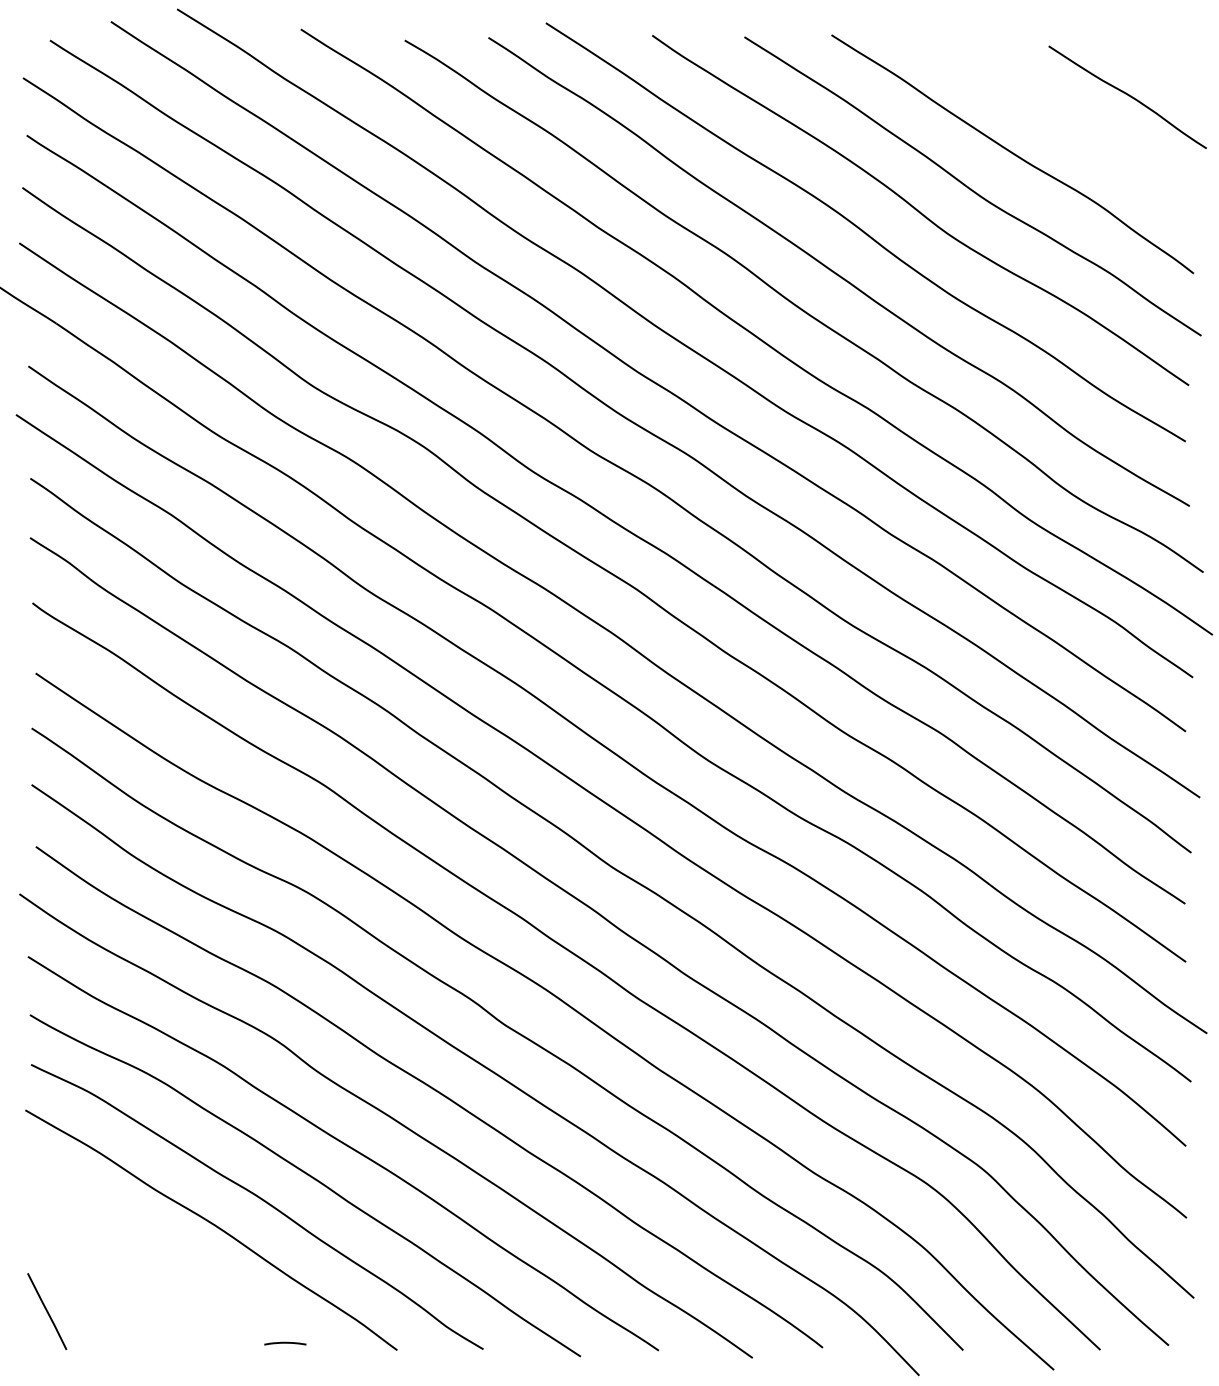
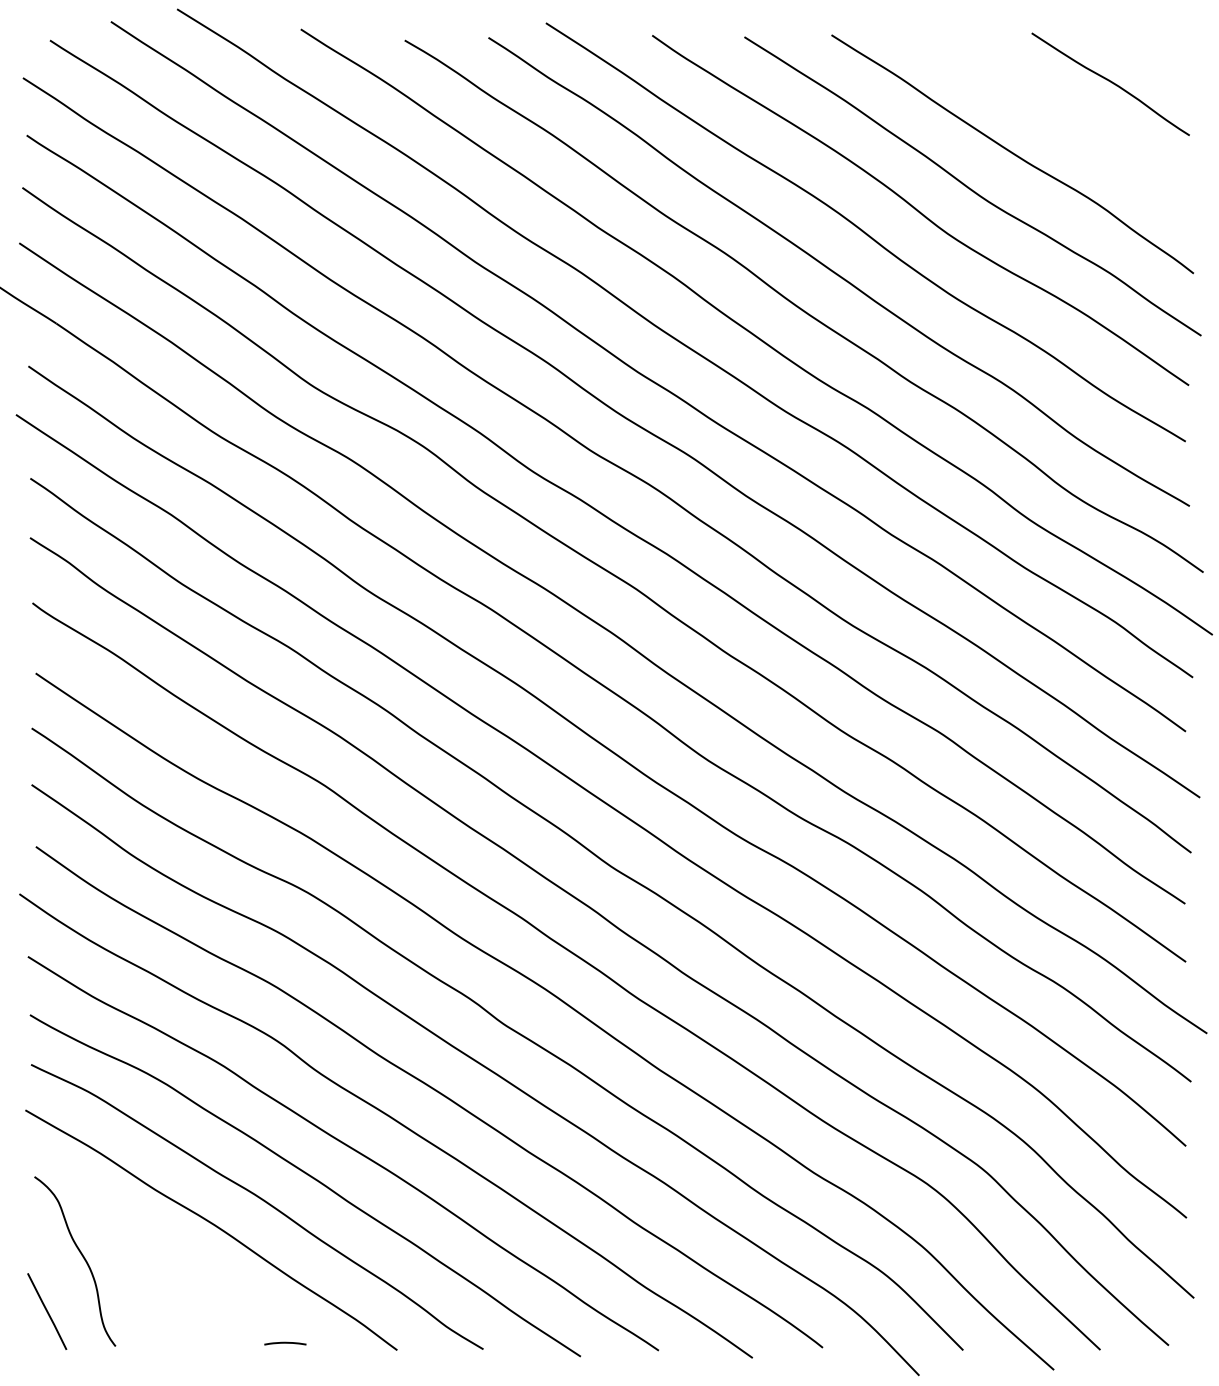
curve at (1127, 95) position: (1127, 95) -> (1110, 82)
curve at (82, 1257): none -> present
